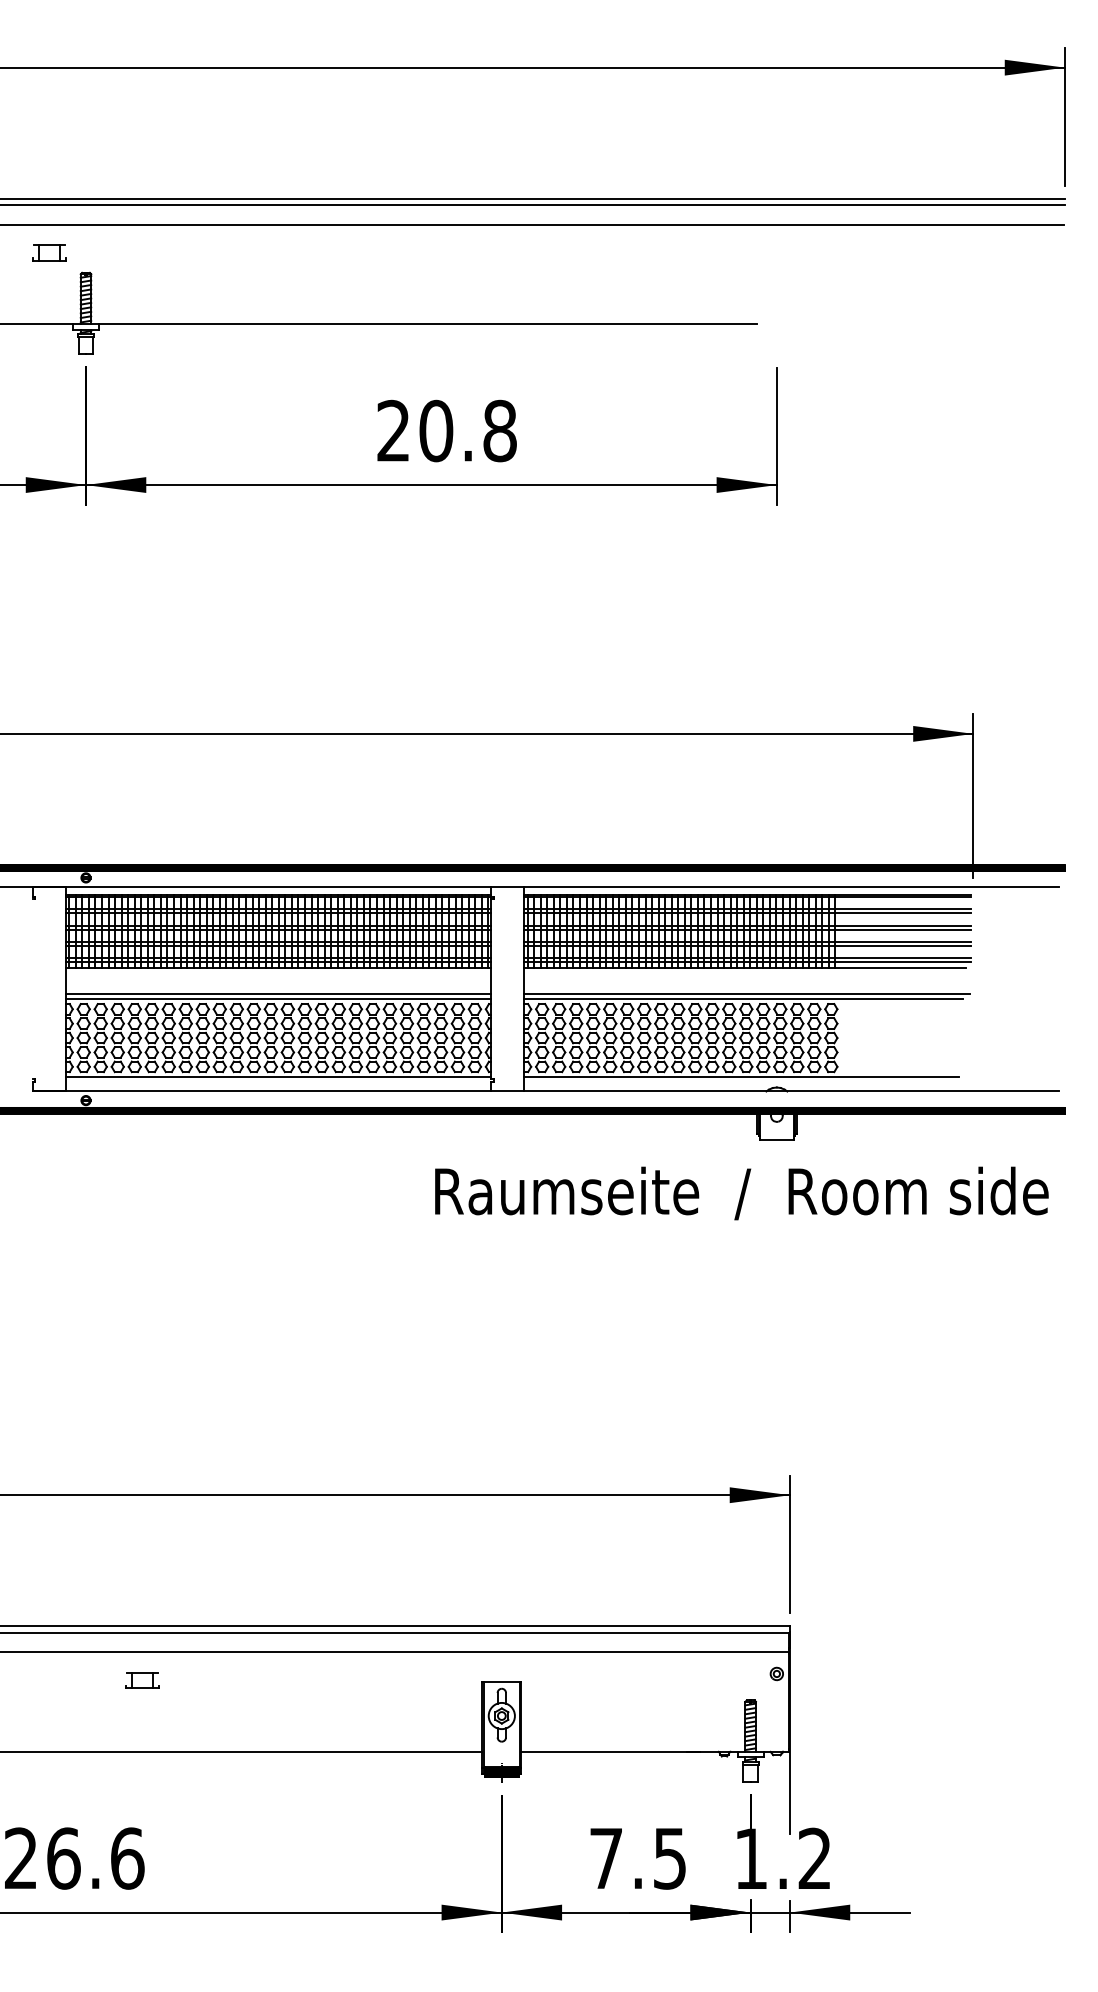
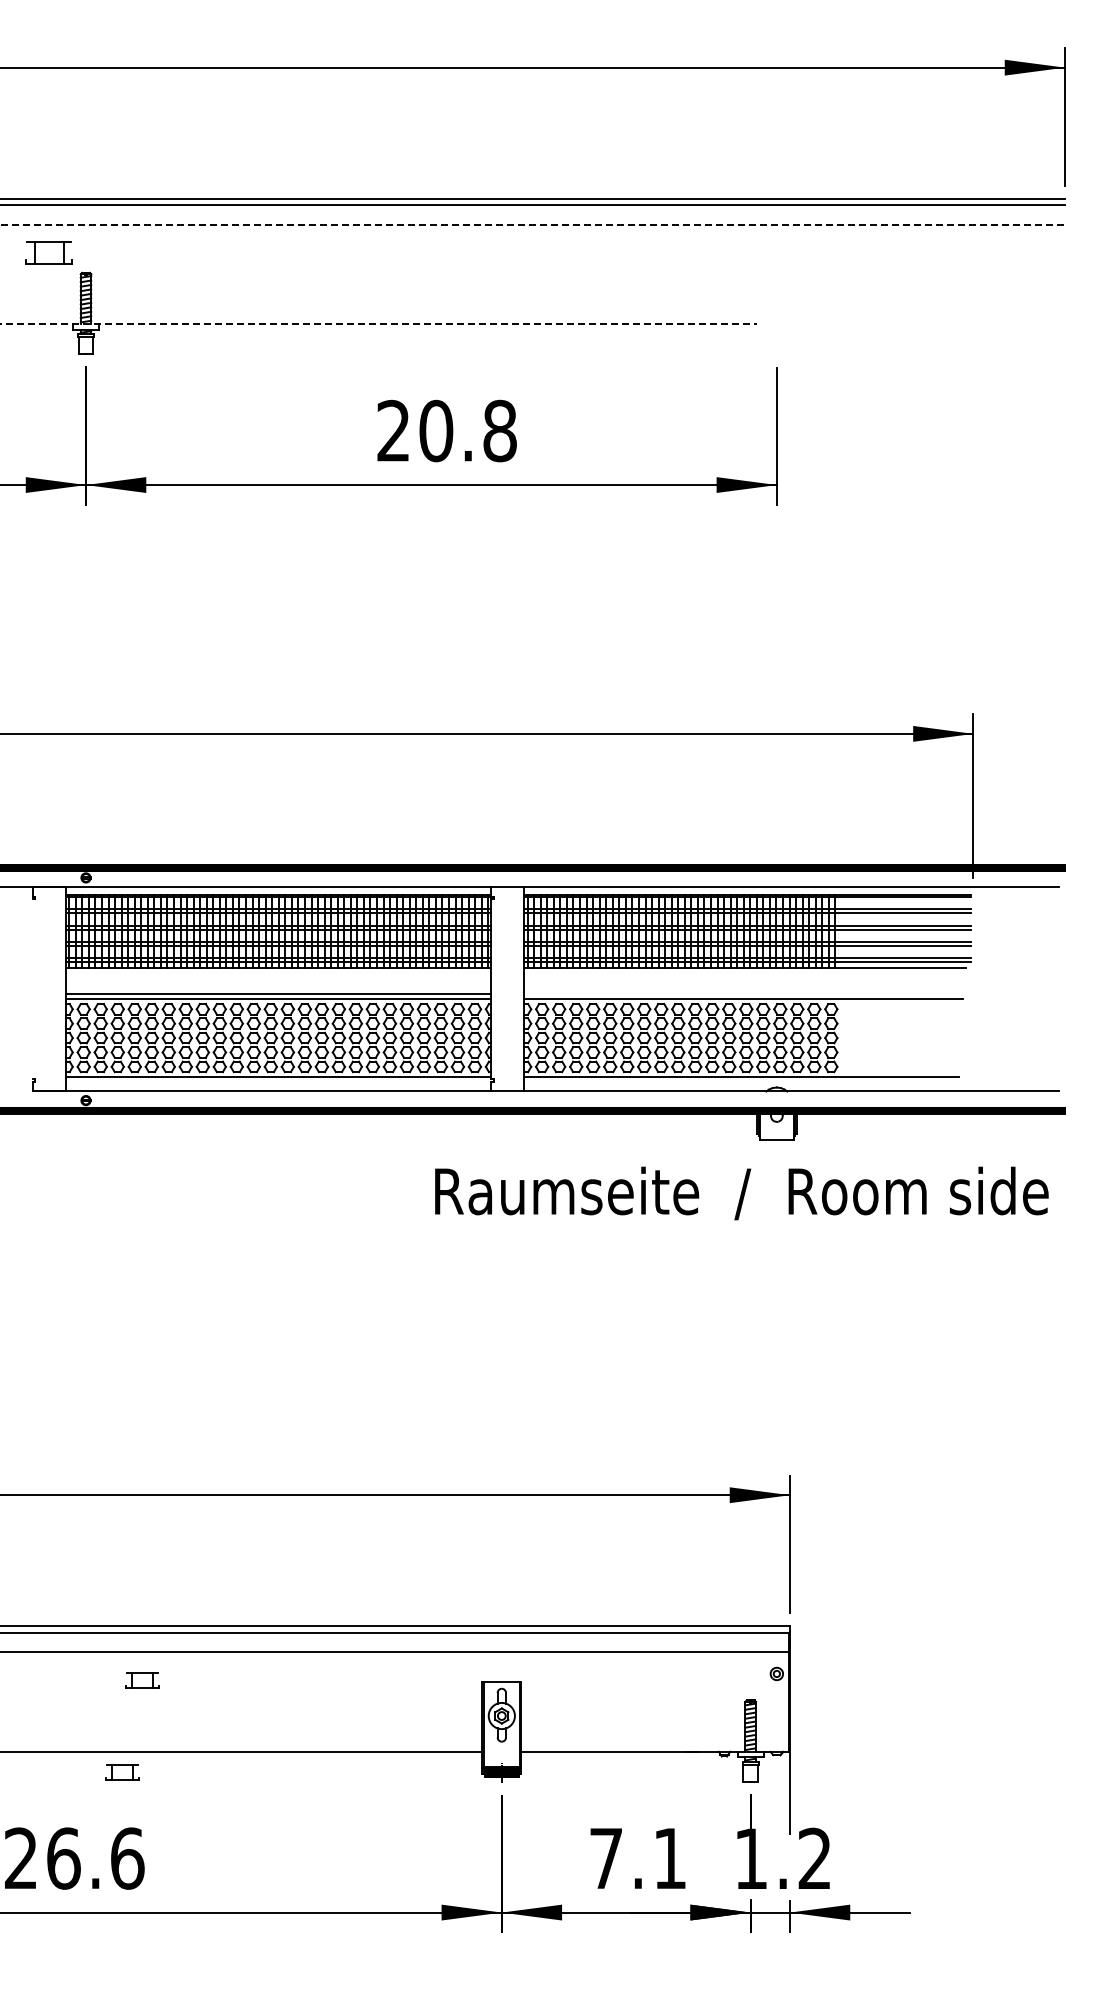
line at (532, 224): solid -> dashed
part at (49, 252) size: 35x18 px -> 48x24 px
line at (379, 324): solid -> dashed
line at (746, 994): present -> none
part at (122, 1772): none -> present
text at (669, 1858): 7.5 -> 7.1
